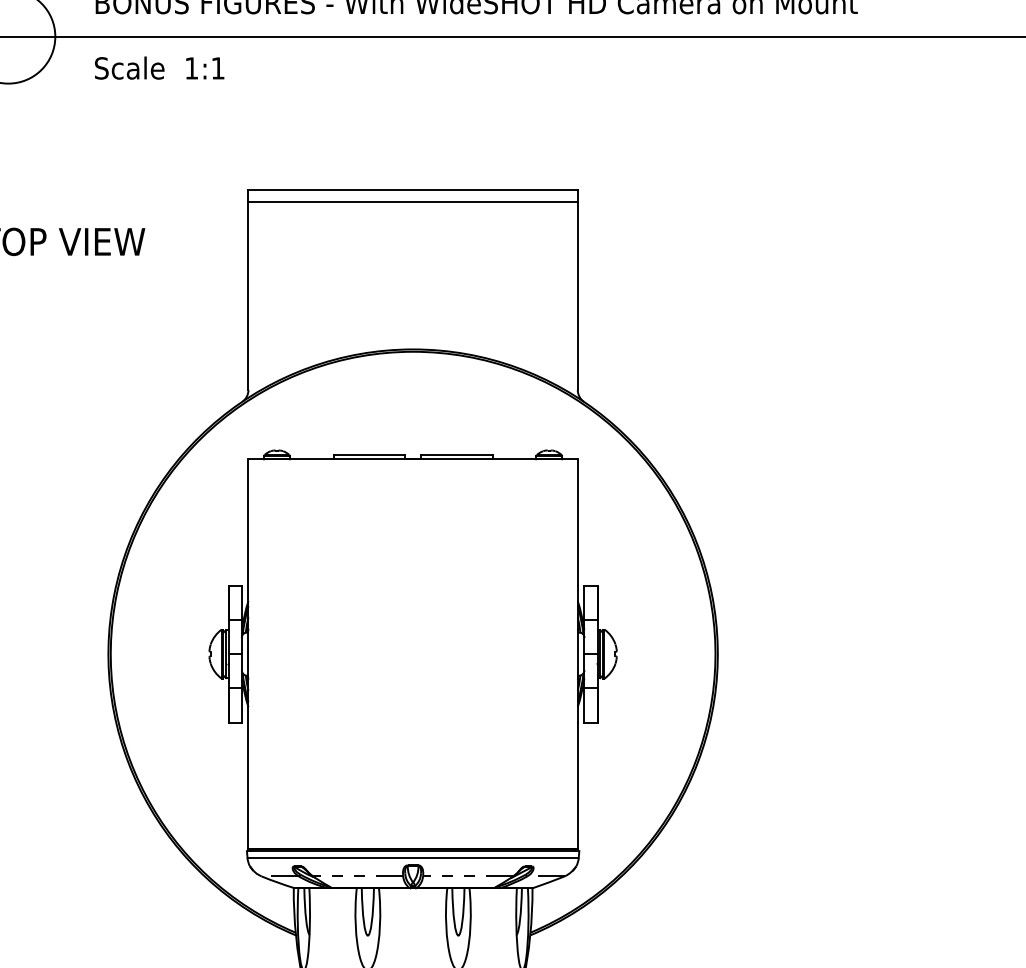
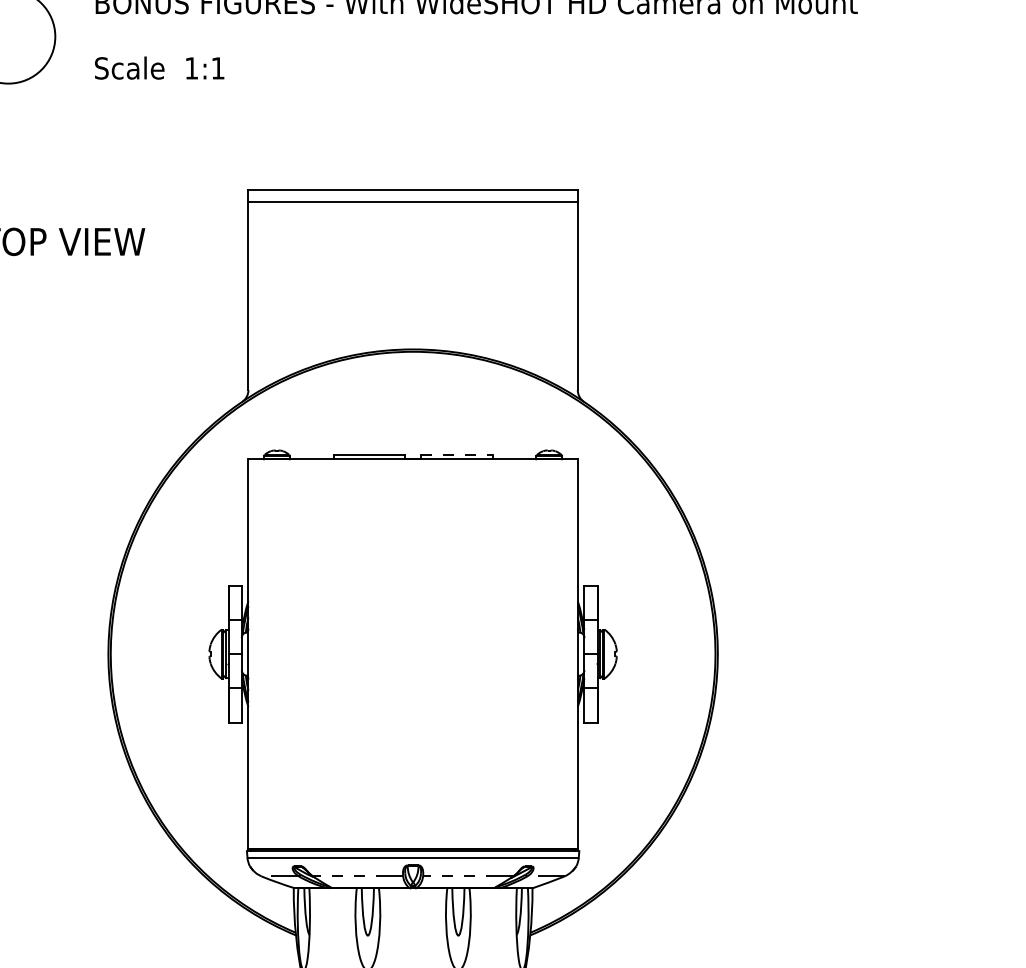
line at (512, 36): present -> none
line at (457, 454): solid -> dashed
